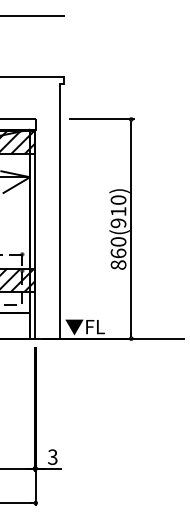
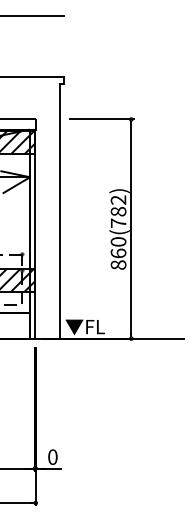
text at (118, 211): 860(910) -> 860(782)
text at (52, 456): 3 -> 0
